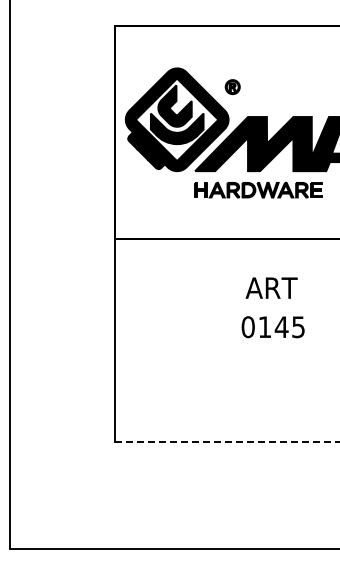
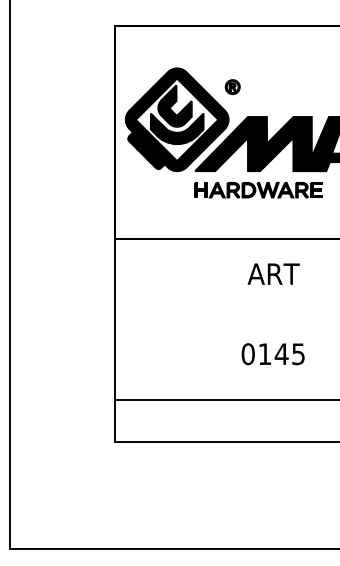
text at (271, 287) position: (271, 287) -> (273, 273)
text at (272, 327) position: (272, 327) -> (272, 354)
line at (225, 399): none -> present
line at (227, 442): dashed -> solid
